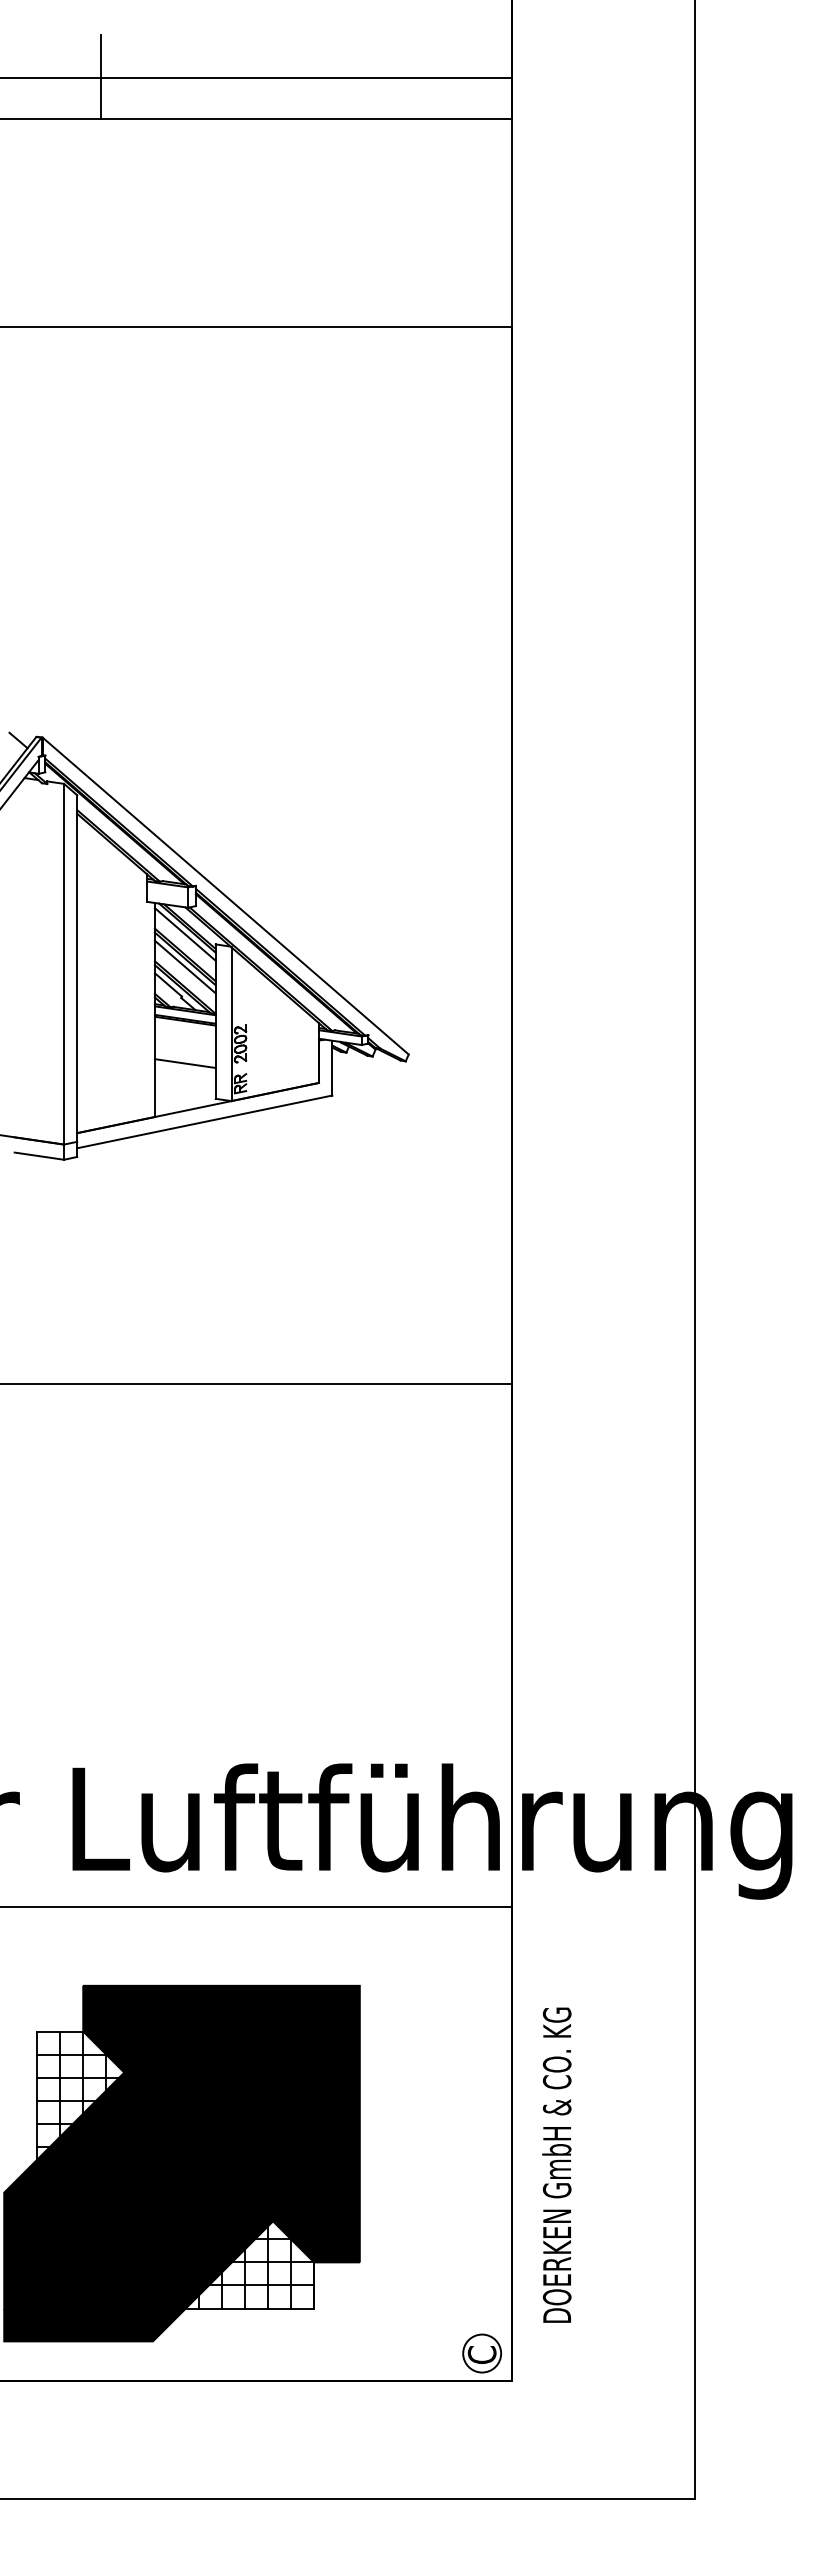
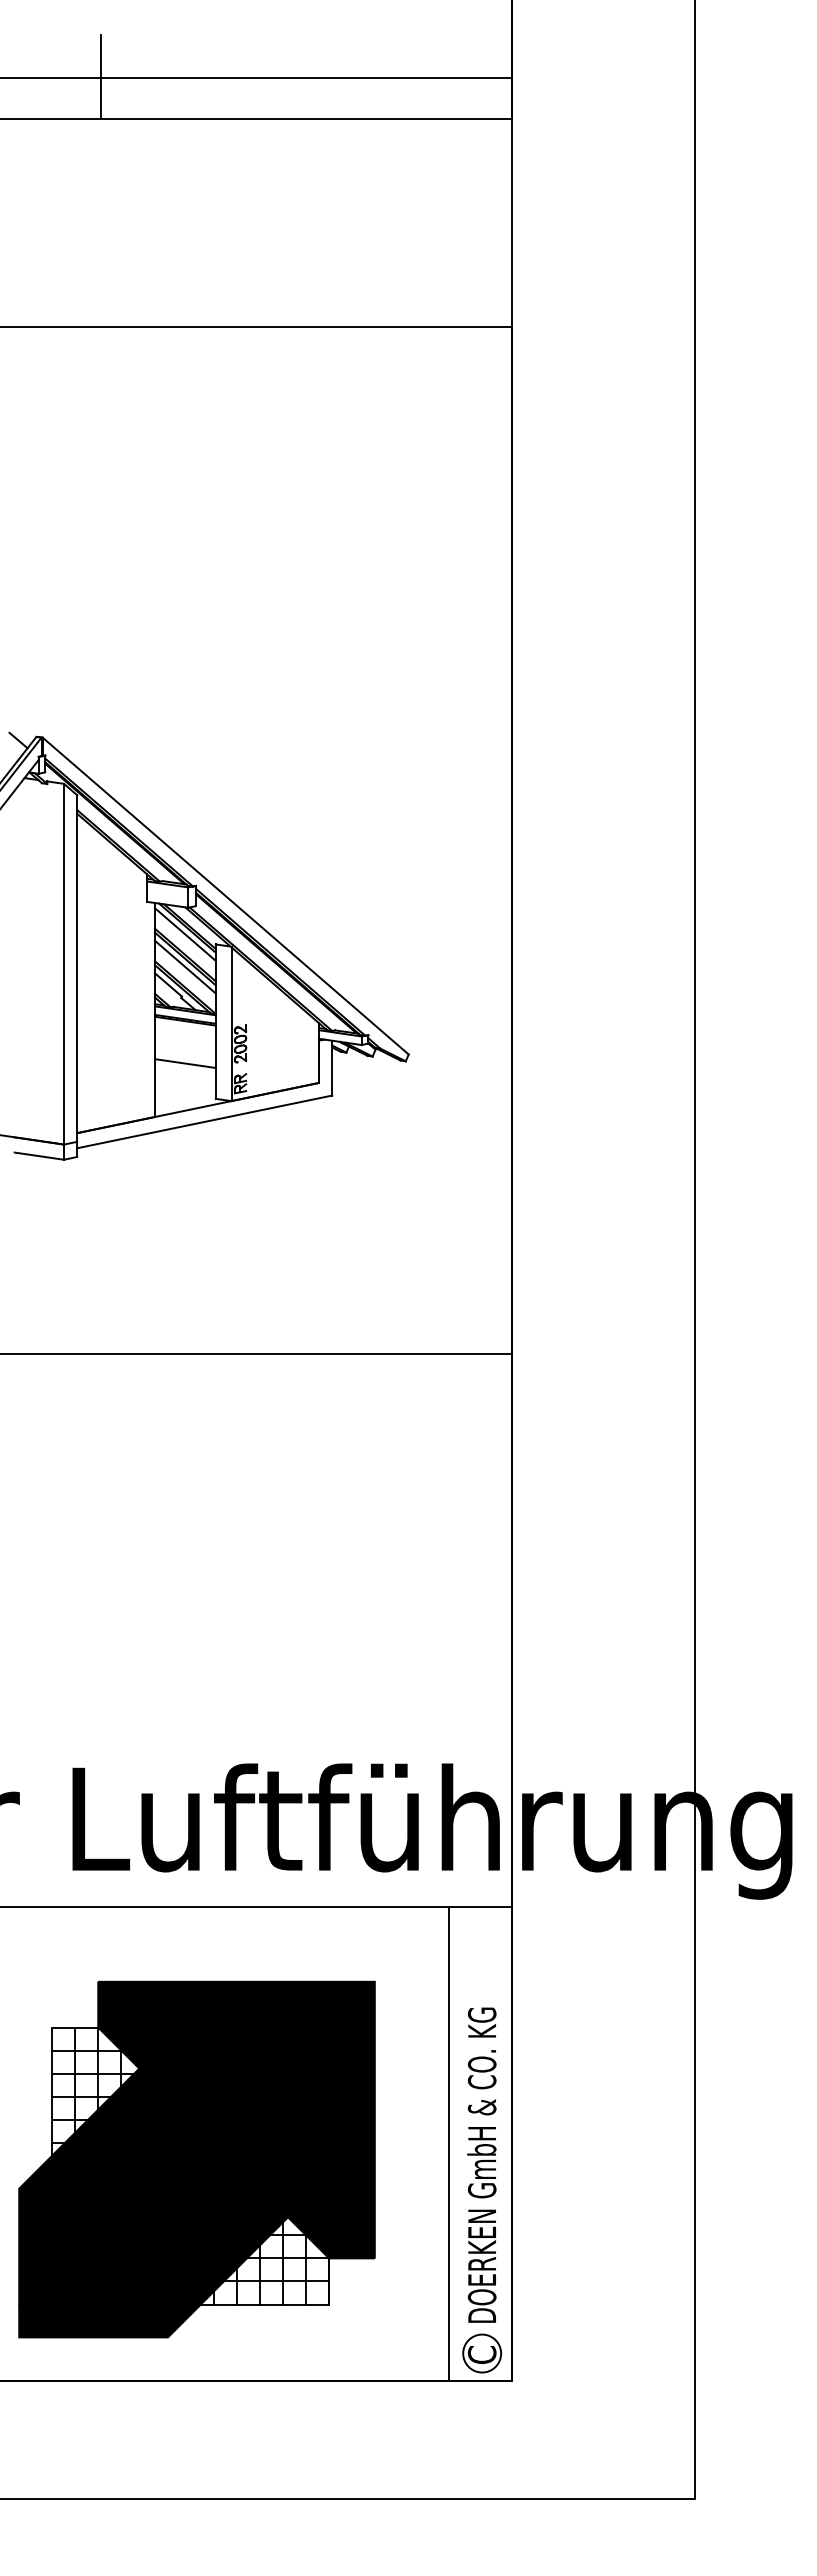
line at (256, 1384) position: (256, 1384) -> (256, 1354)
line at (449, 2144): none -> present
part at (181, 2163) position: (181, 2163) -> (196, 2159)
text at (556, 2164) position: (556, 2164) -> (481, 2164)
